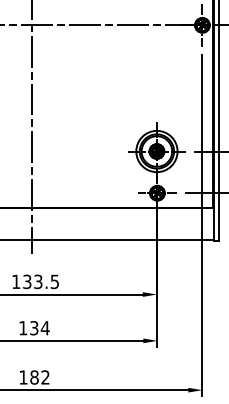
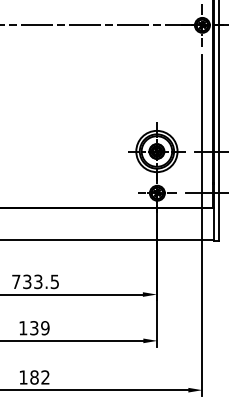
line at (31, 128): present -> none
text at (16, 281): 133.5 -> 733.5
text at (44, 328): 134 -> 139
